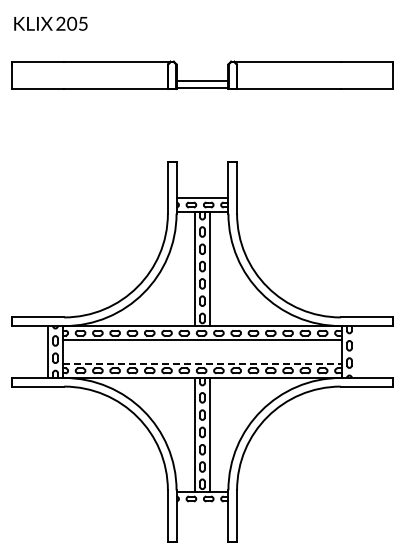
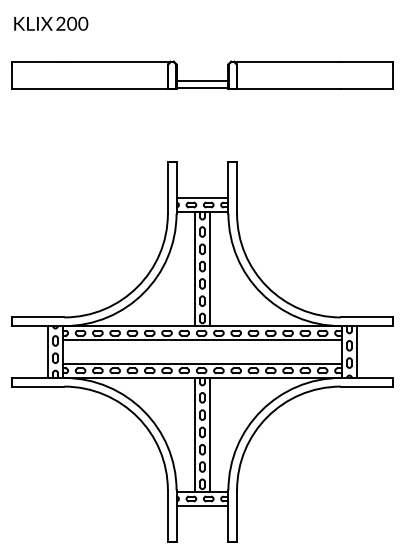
text at (83, 23): 205 -> 200
line at (356, 351): none -> present
line at (202, 363): dashed -> solid
line at (202, 506): none -> present
